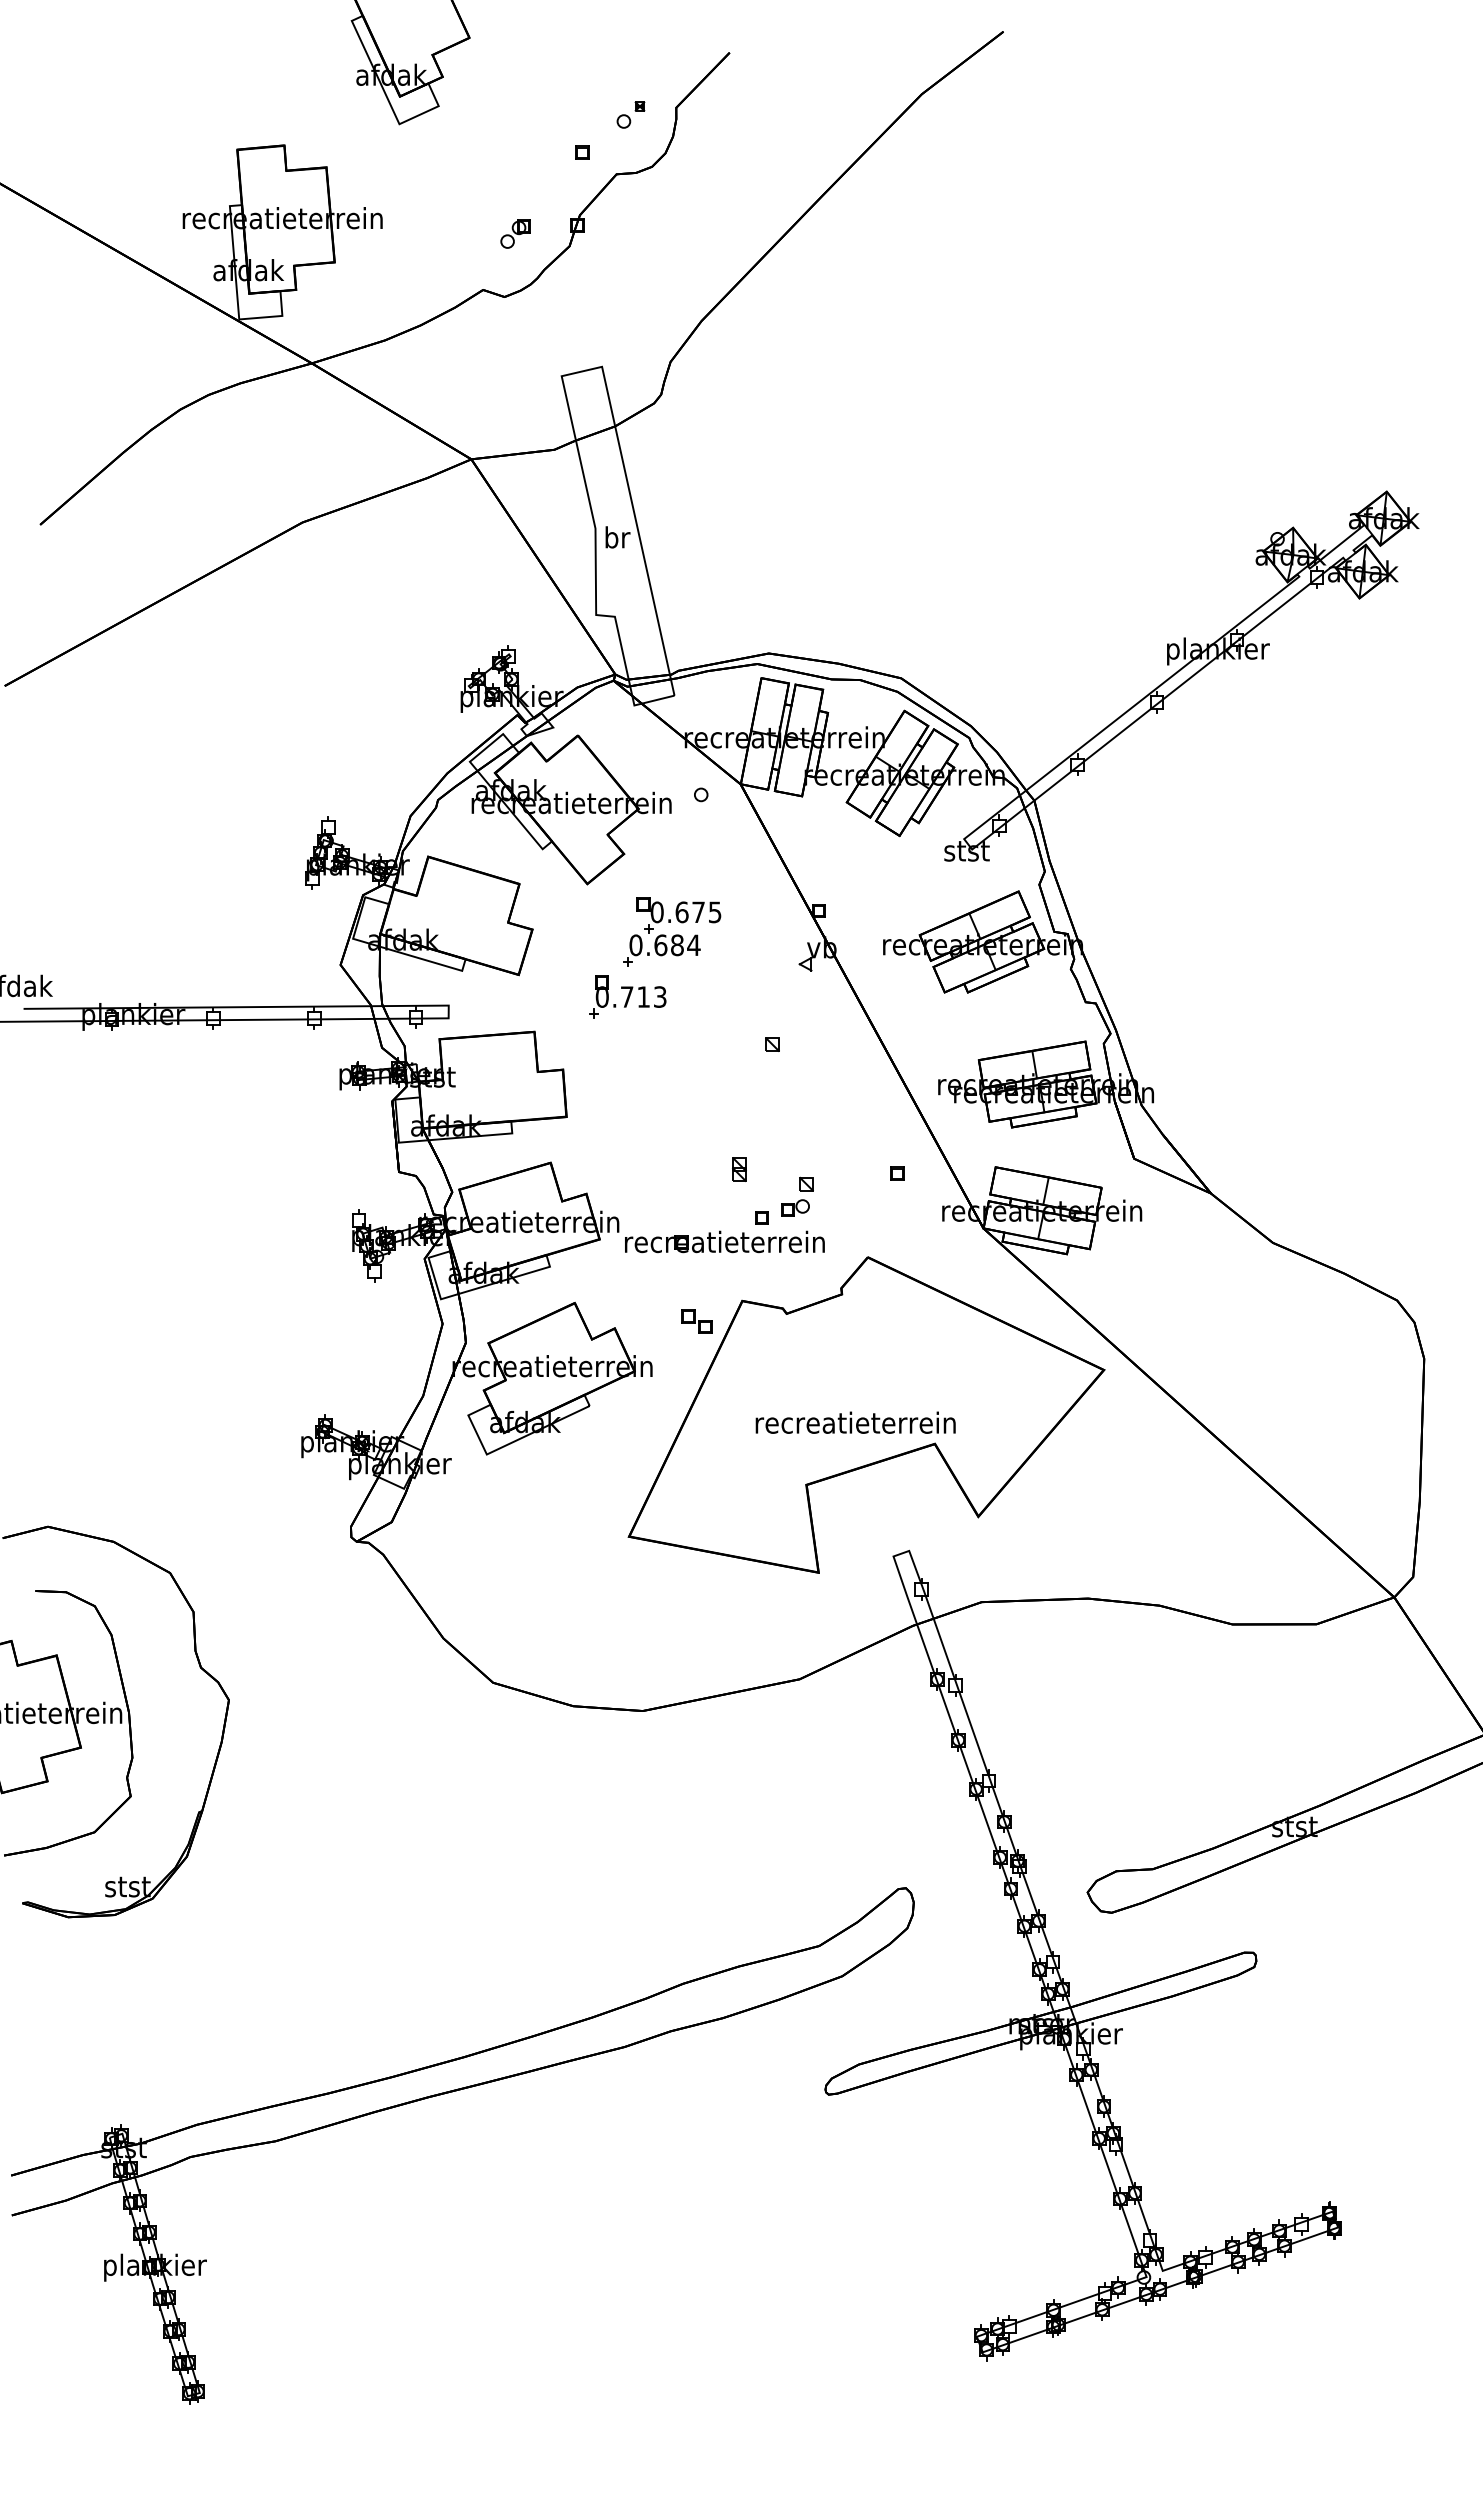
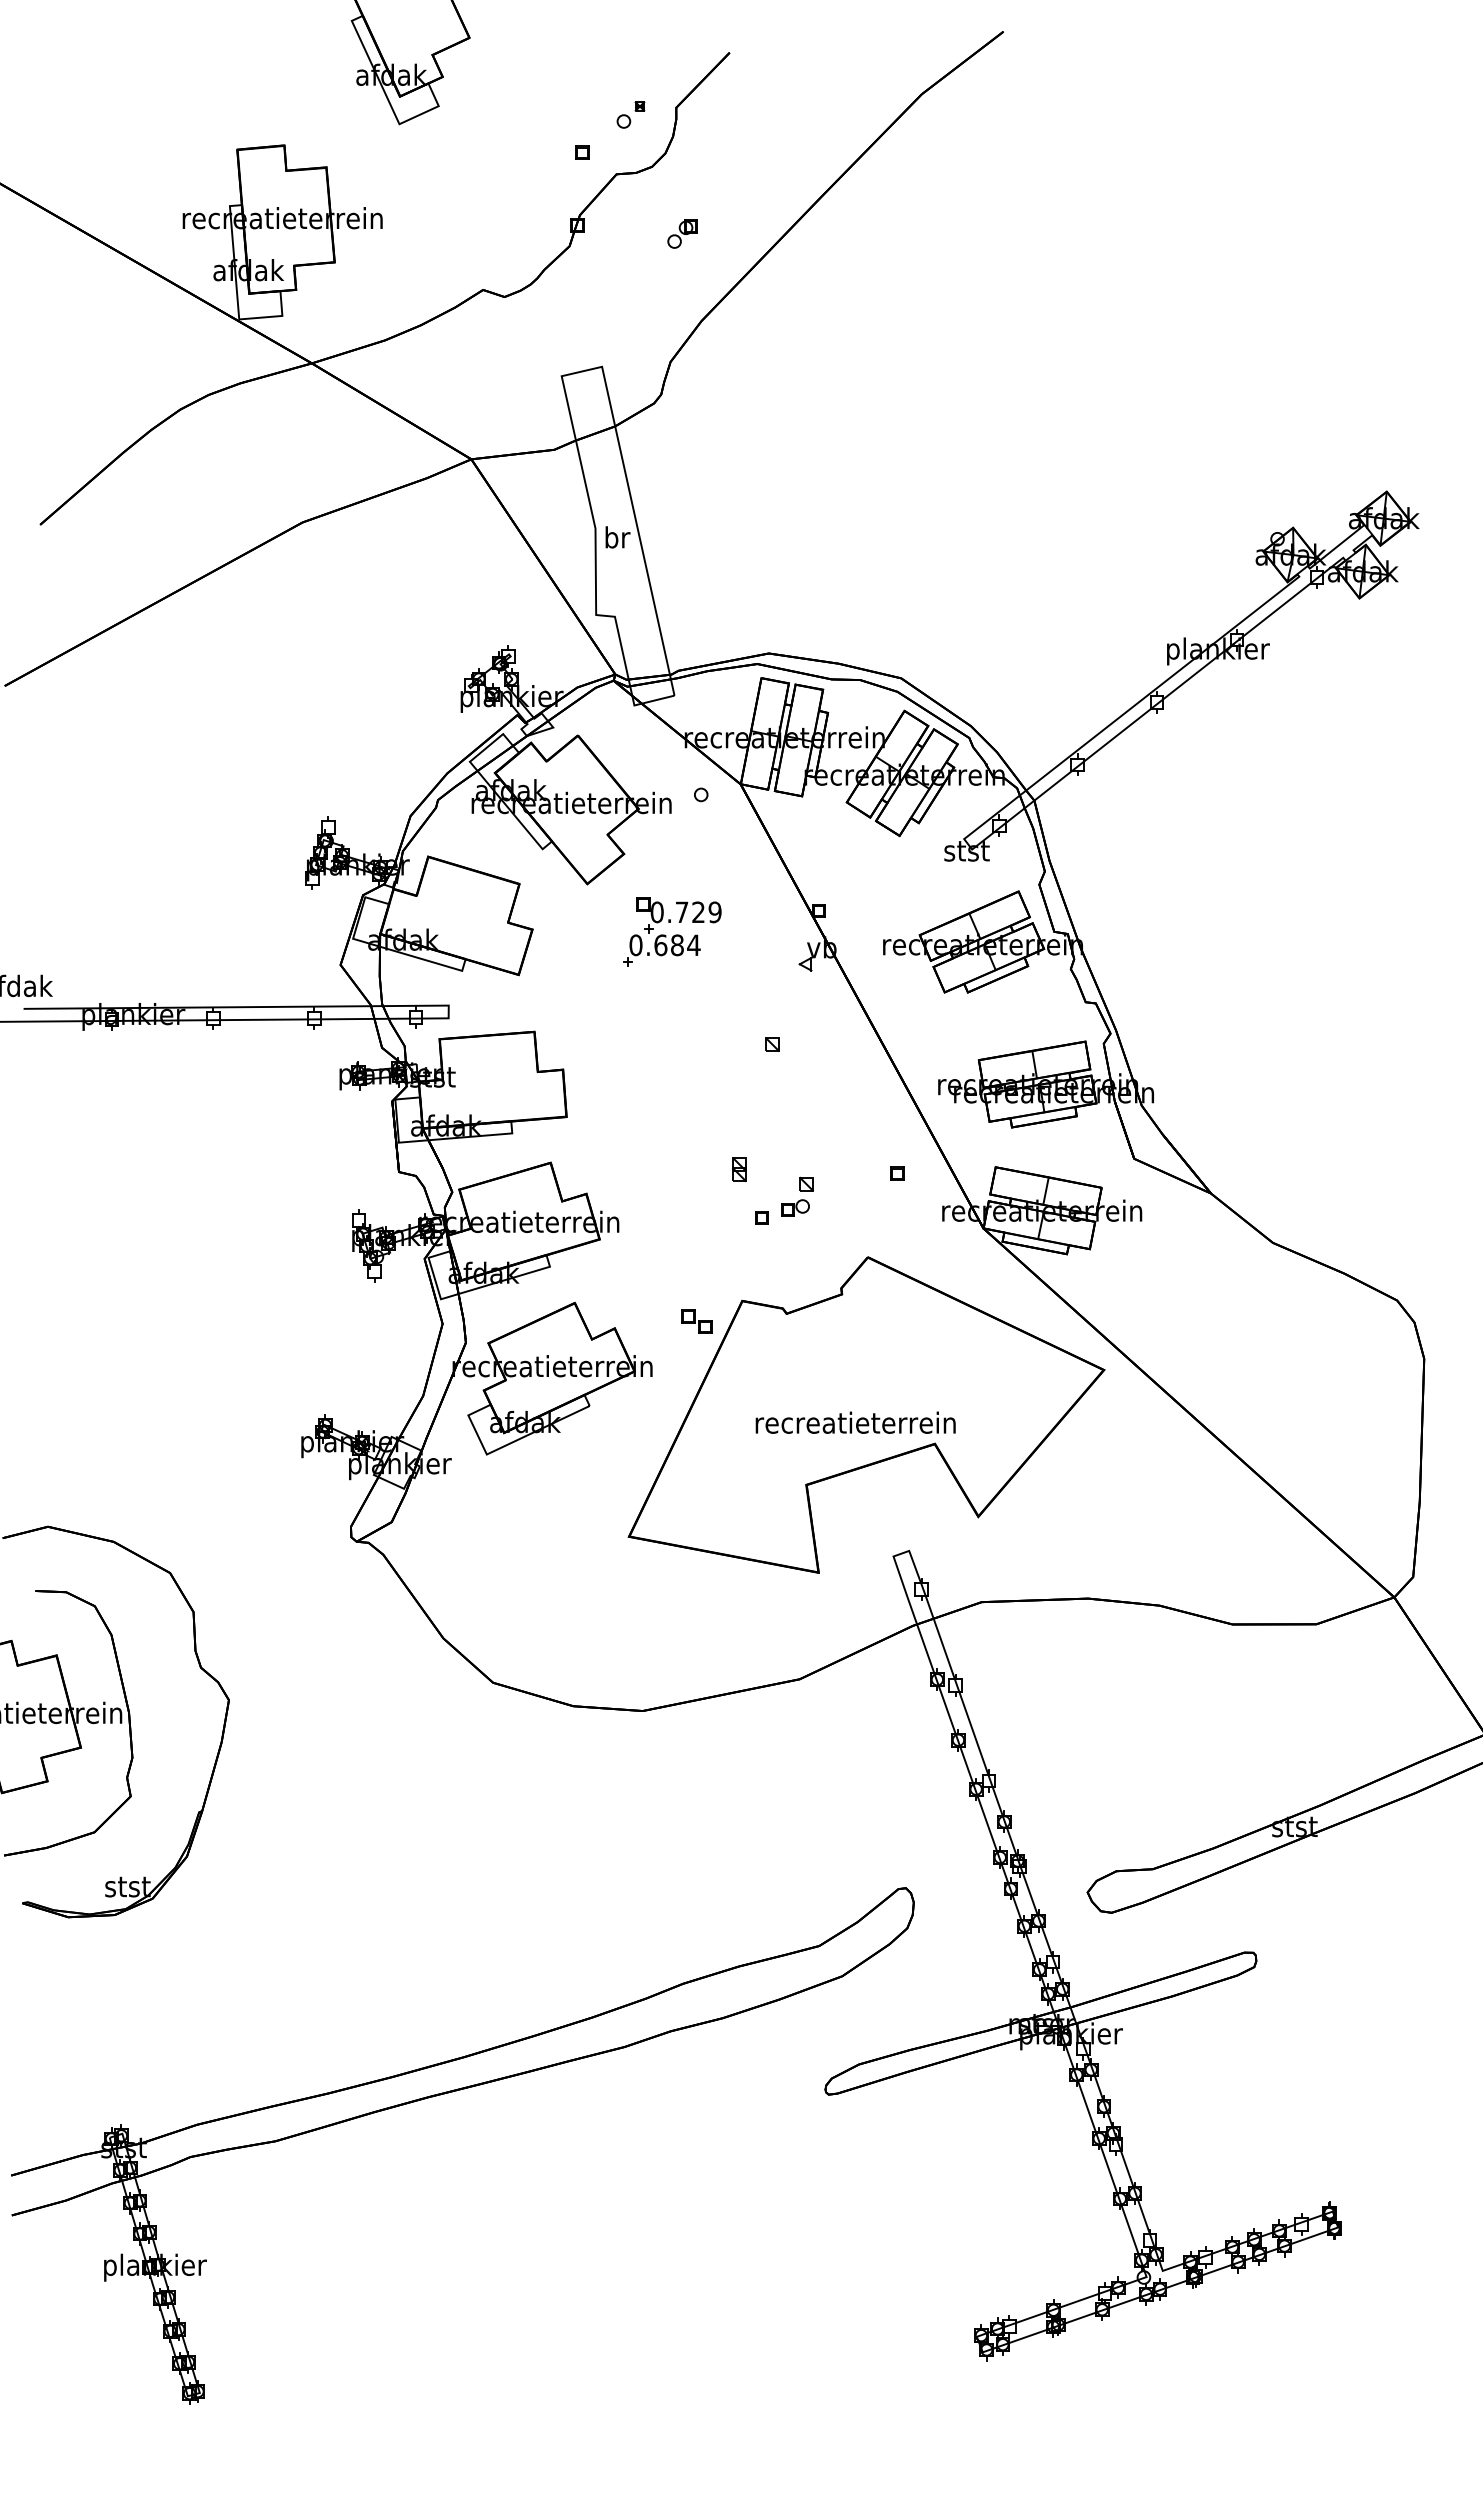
part at (515, 233) position: (515, 233) -> (682, 233)
text at (698, 912): 0.675 -> 0.729
part at (627, 996): present -> none
part at (724, 1241): present -> none
